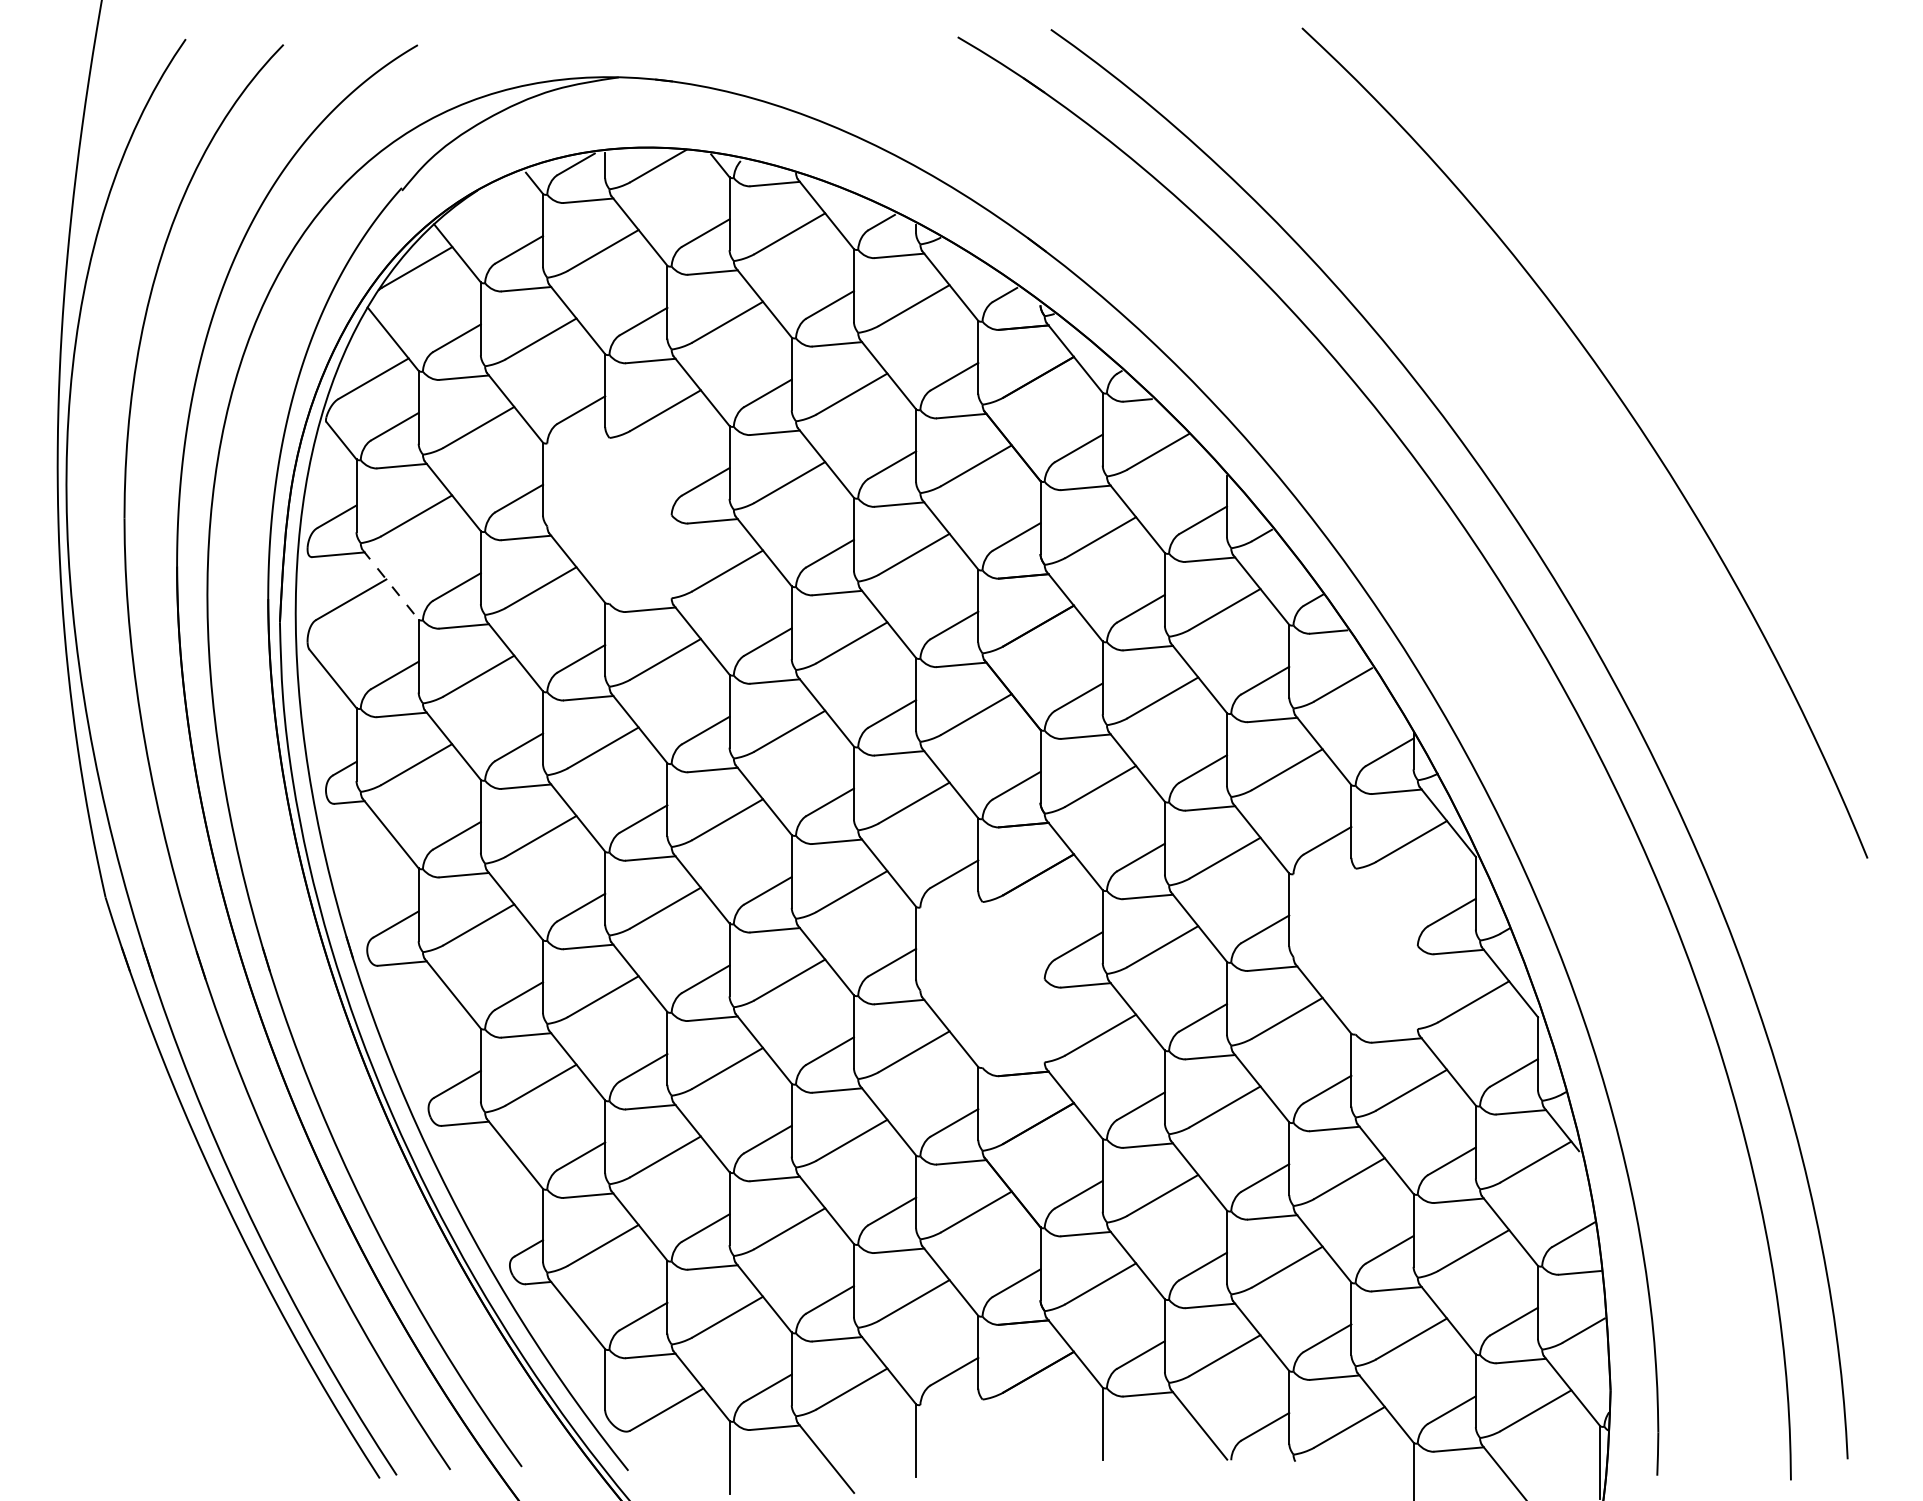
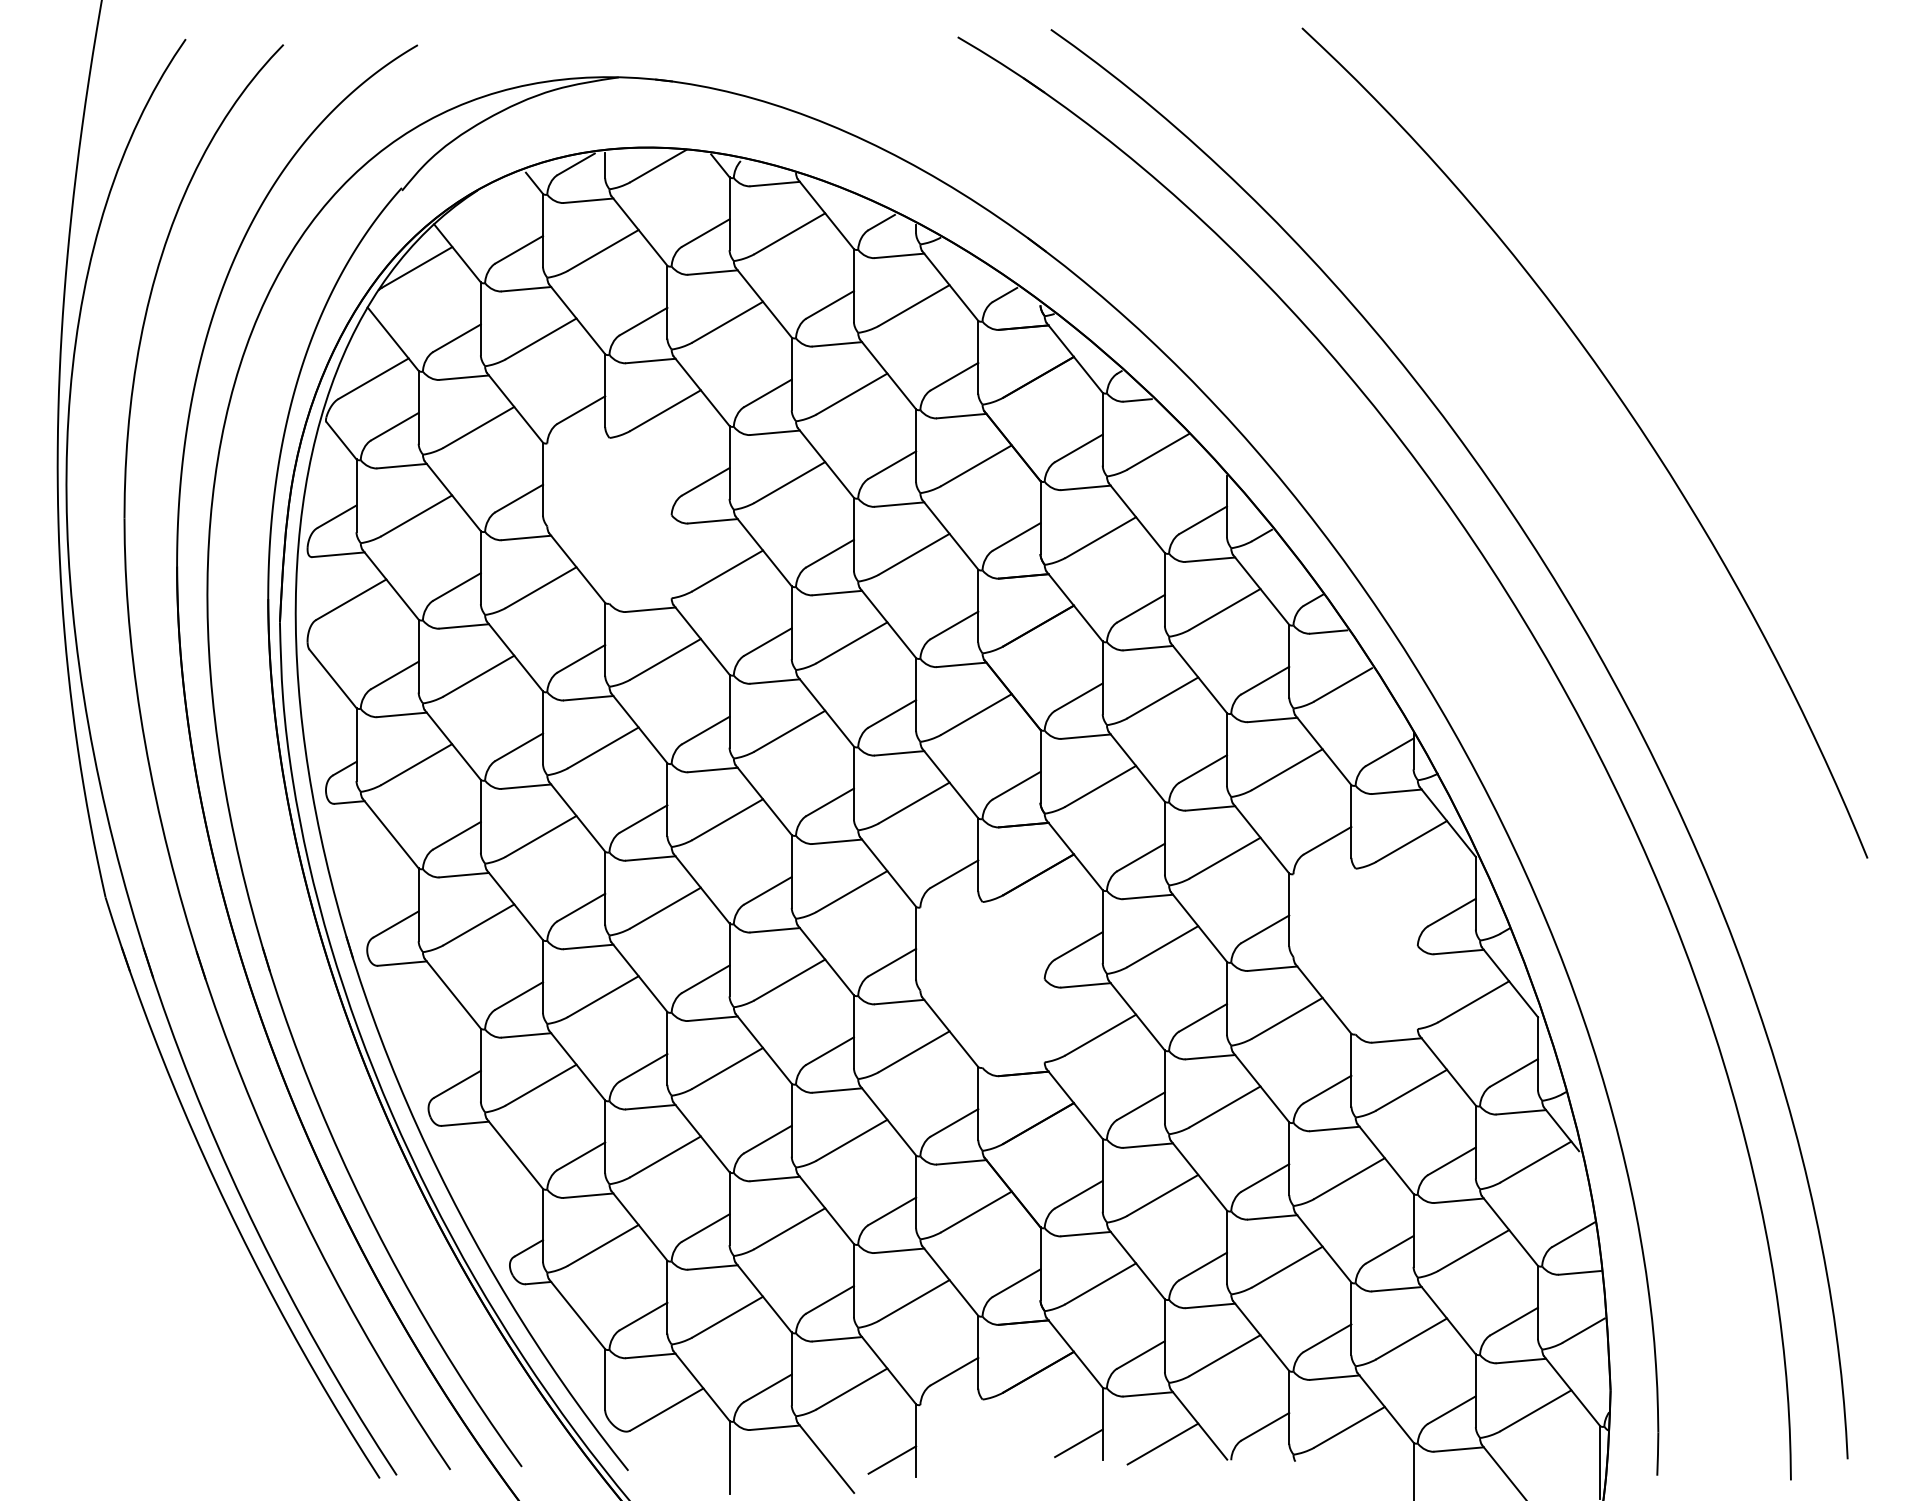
line at (390, 585): dashed -> solid
line at (1078, 1443): none -> present
line at (1162, 1443): none -> present
line at (892, 1459): none -> present
